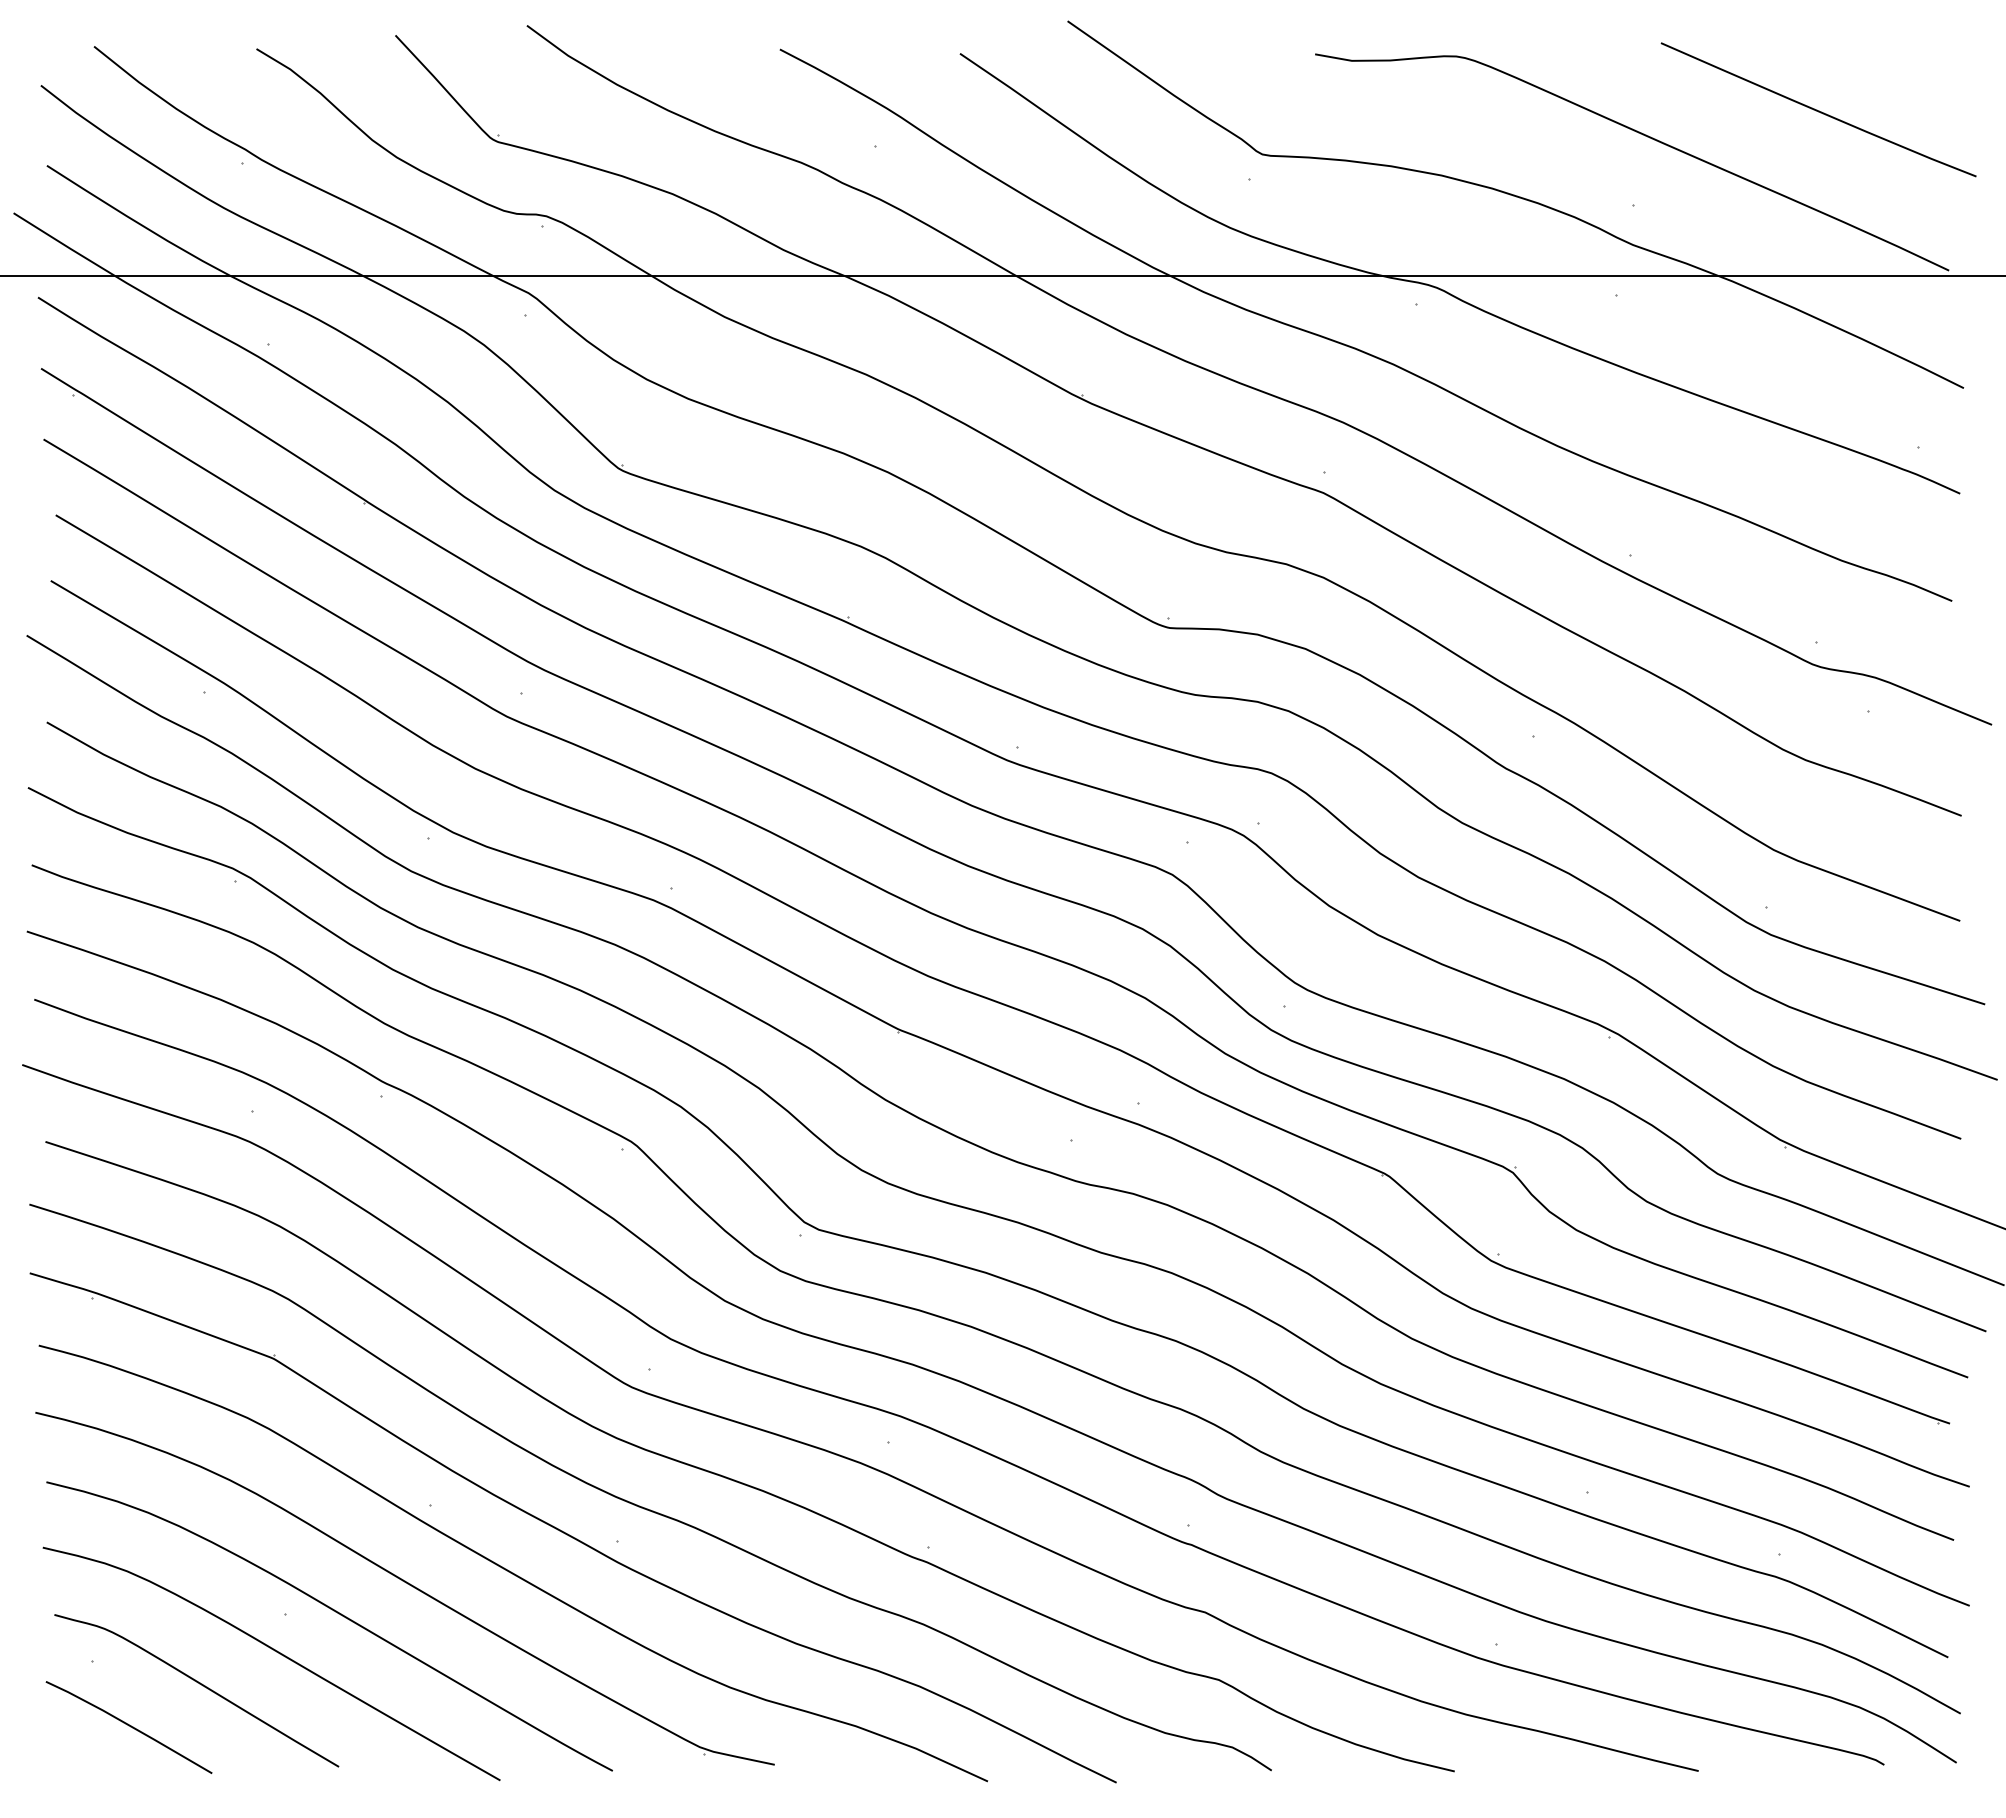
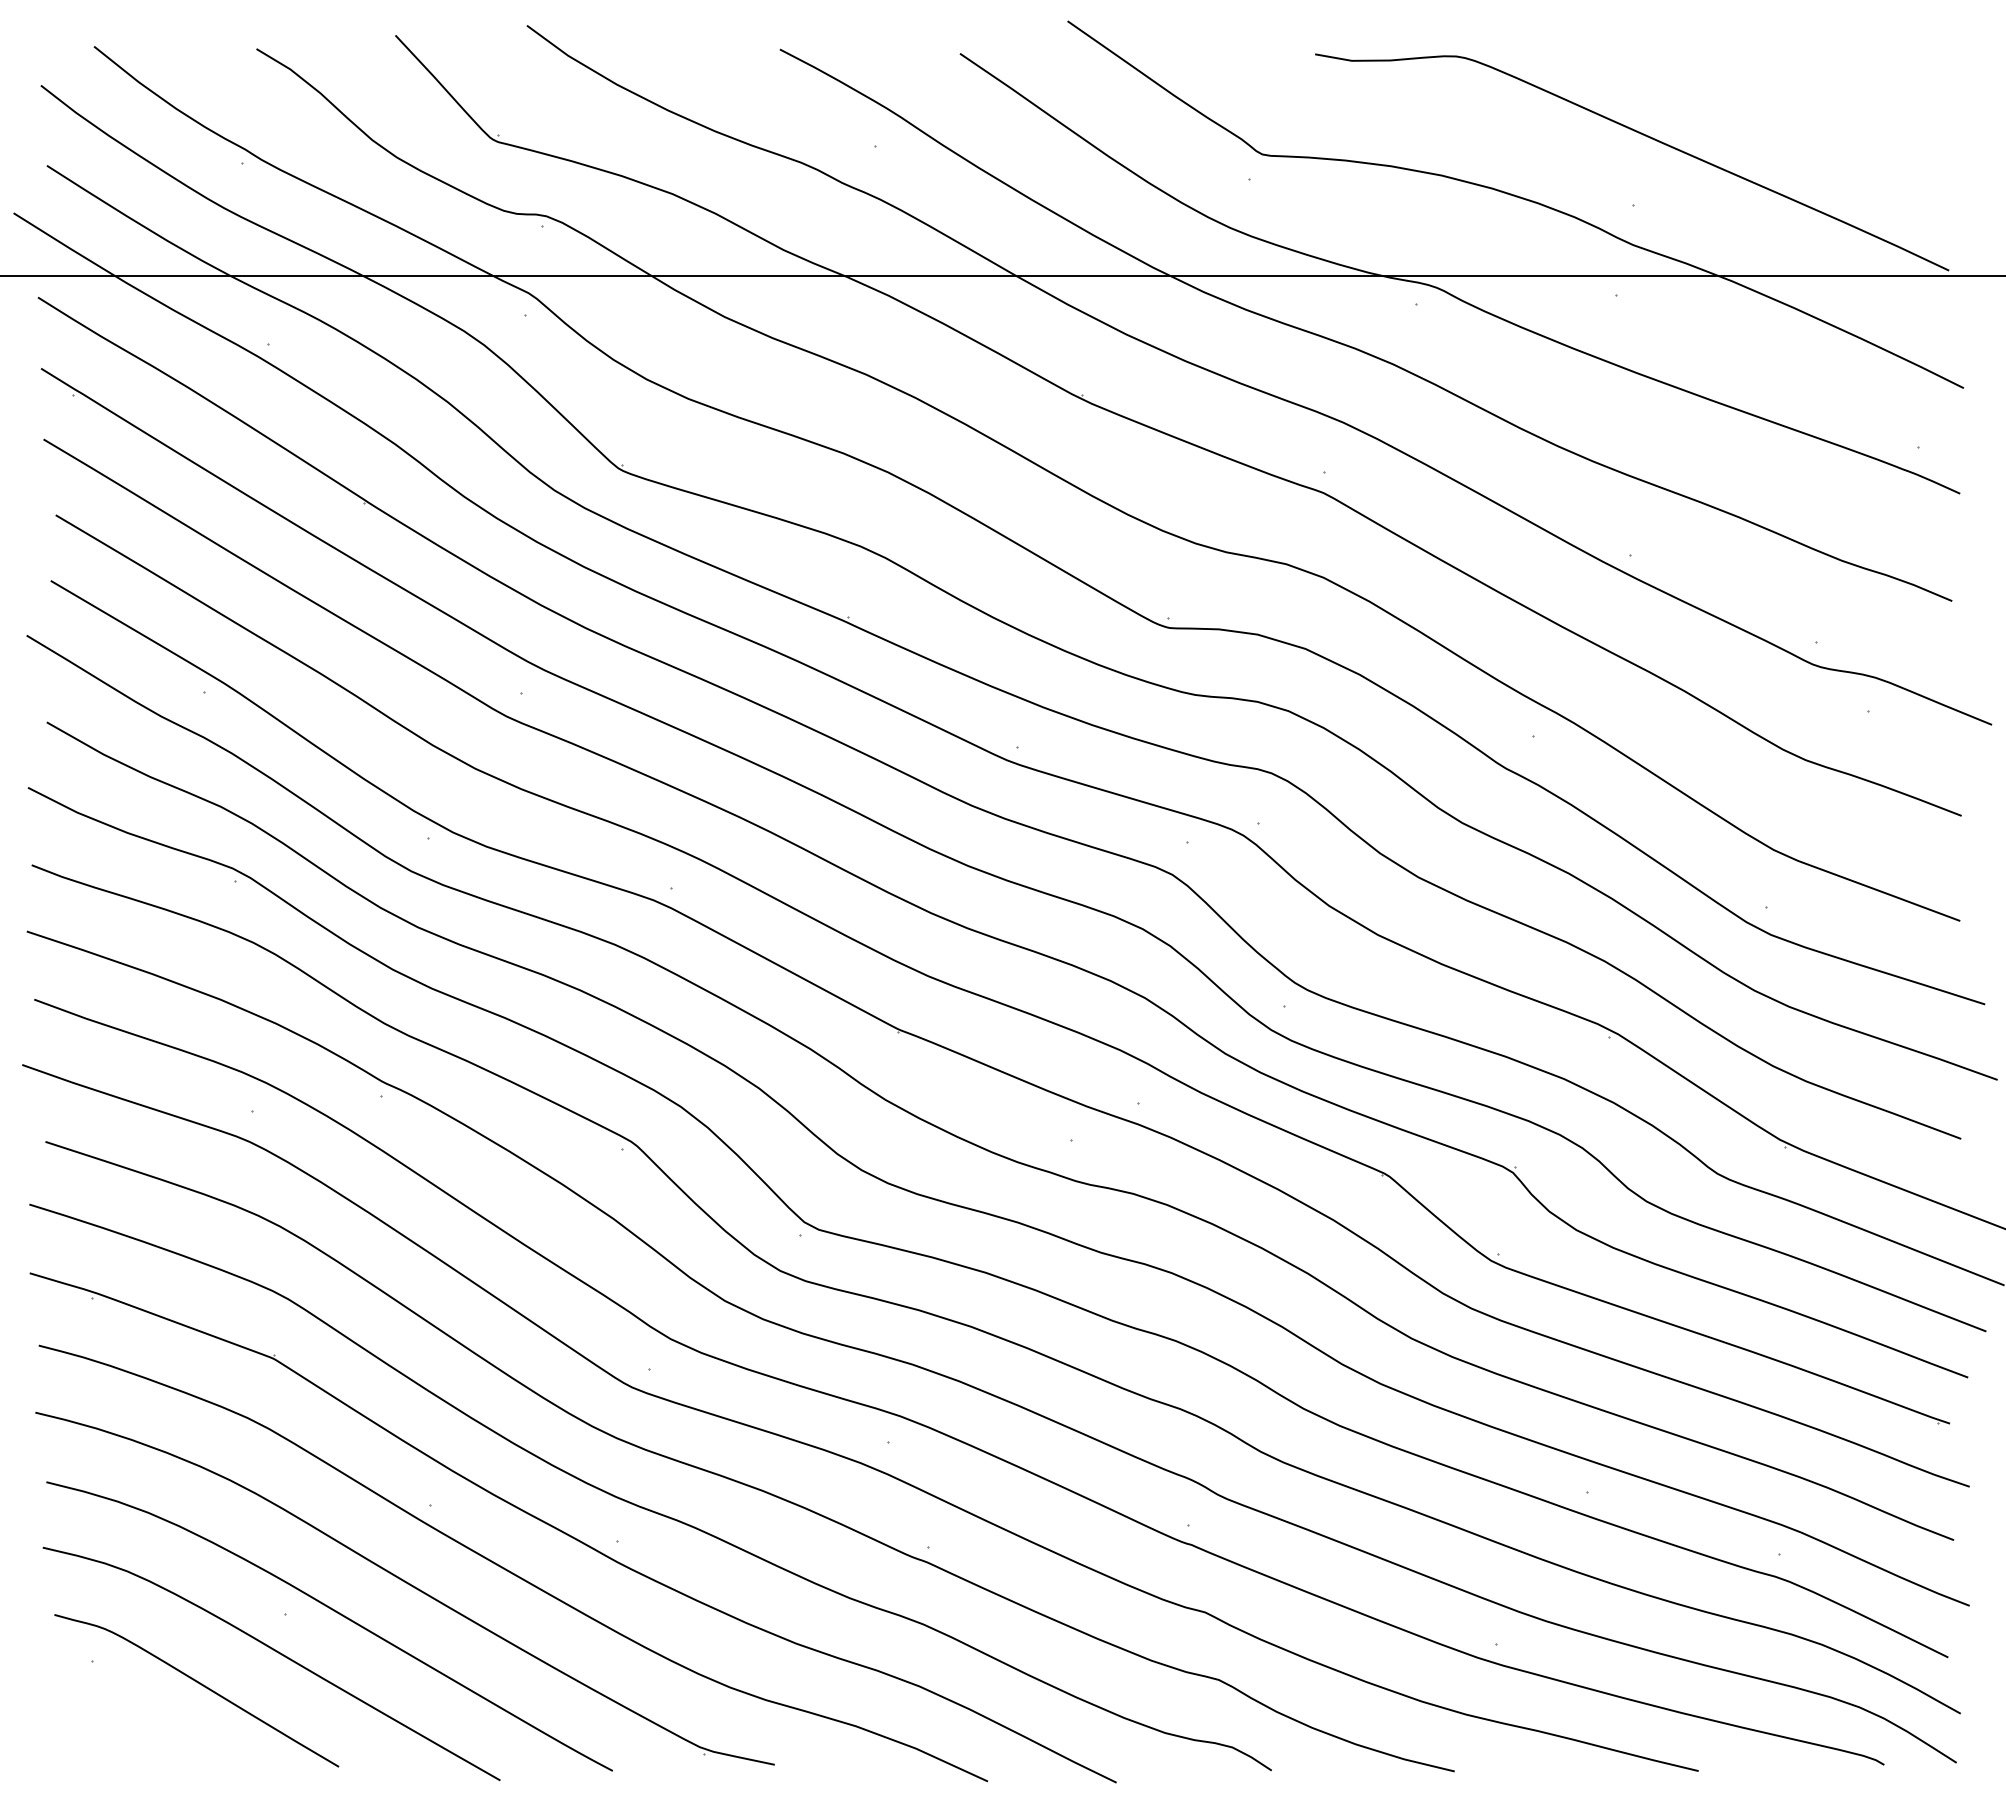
curve at (1817, 109): present -> none
line at (128, 1726): present -> none
